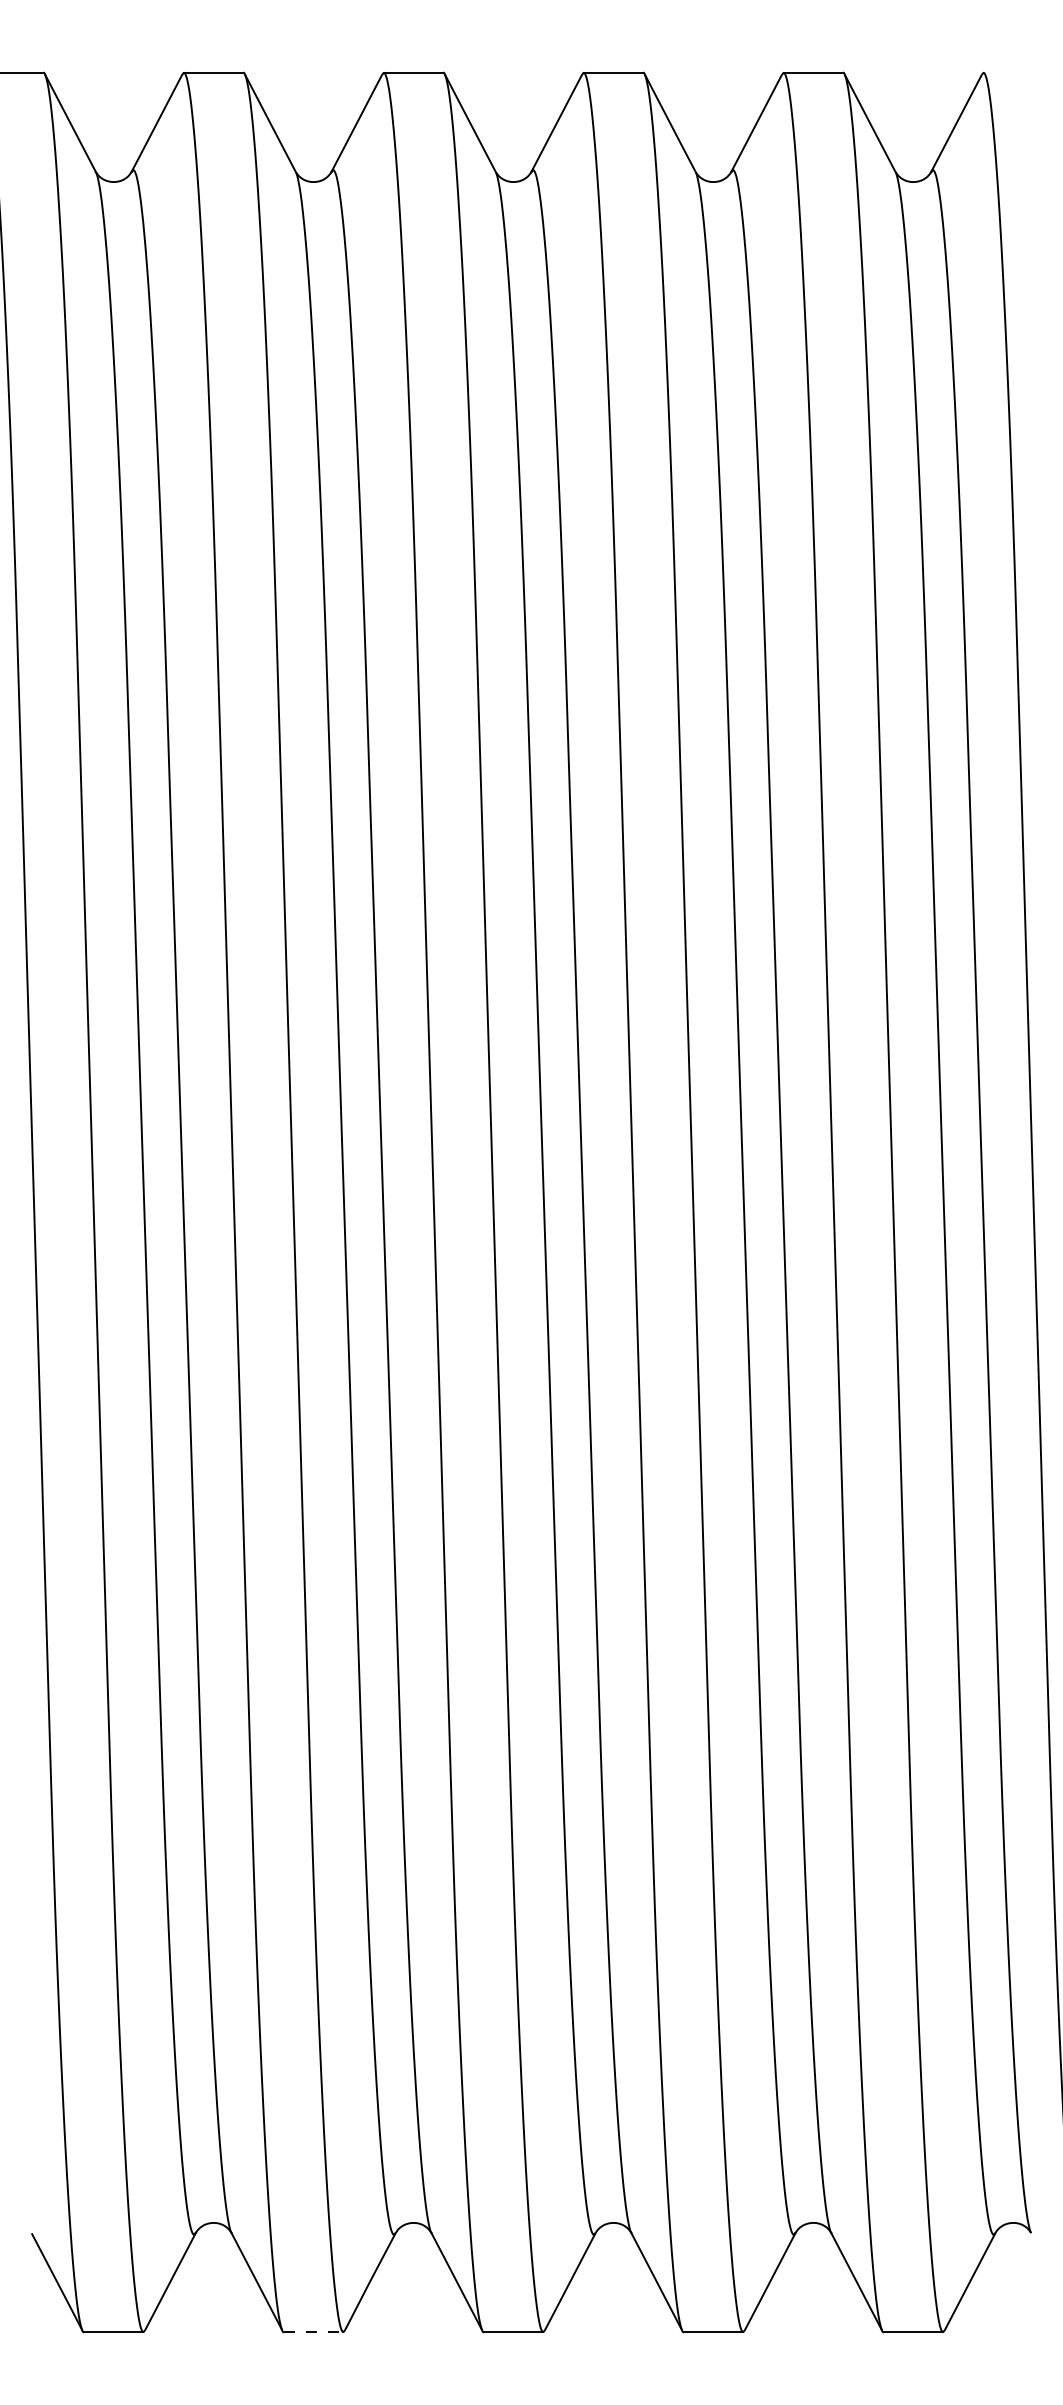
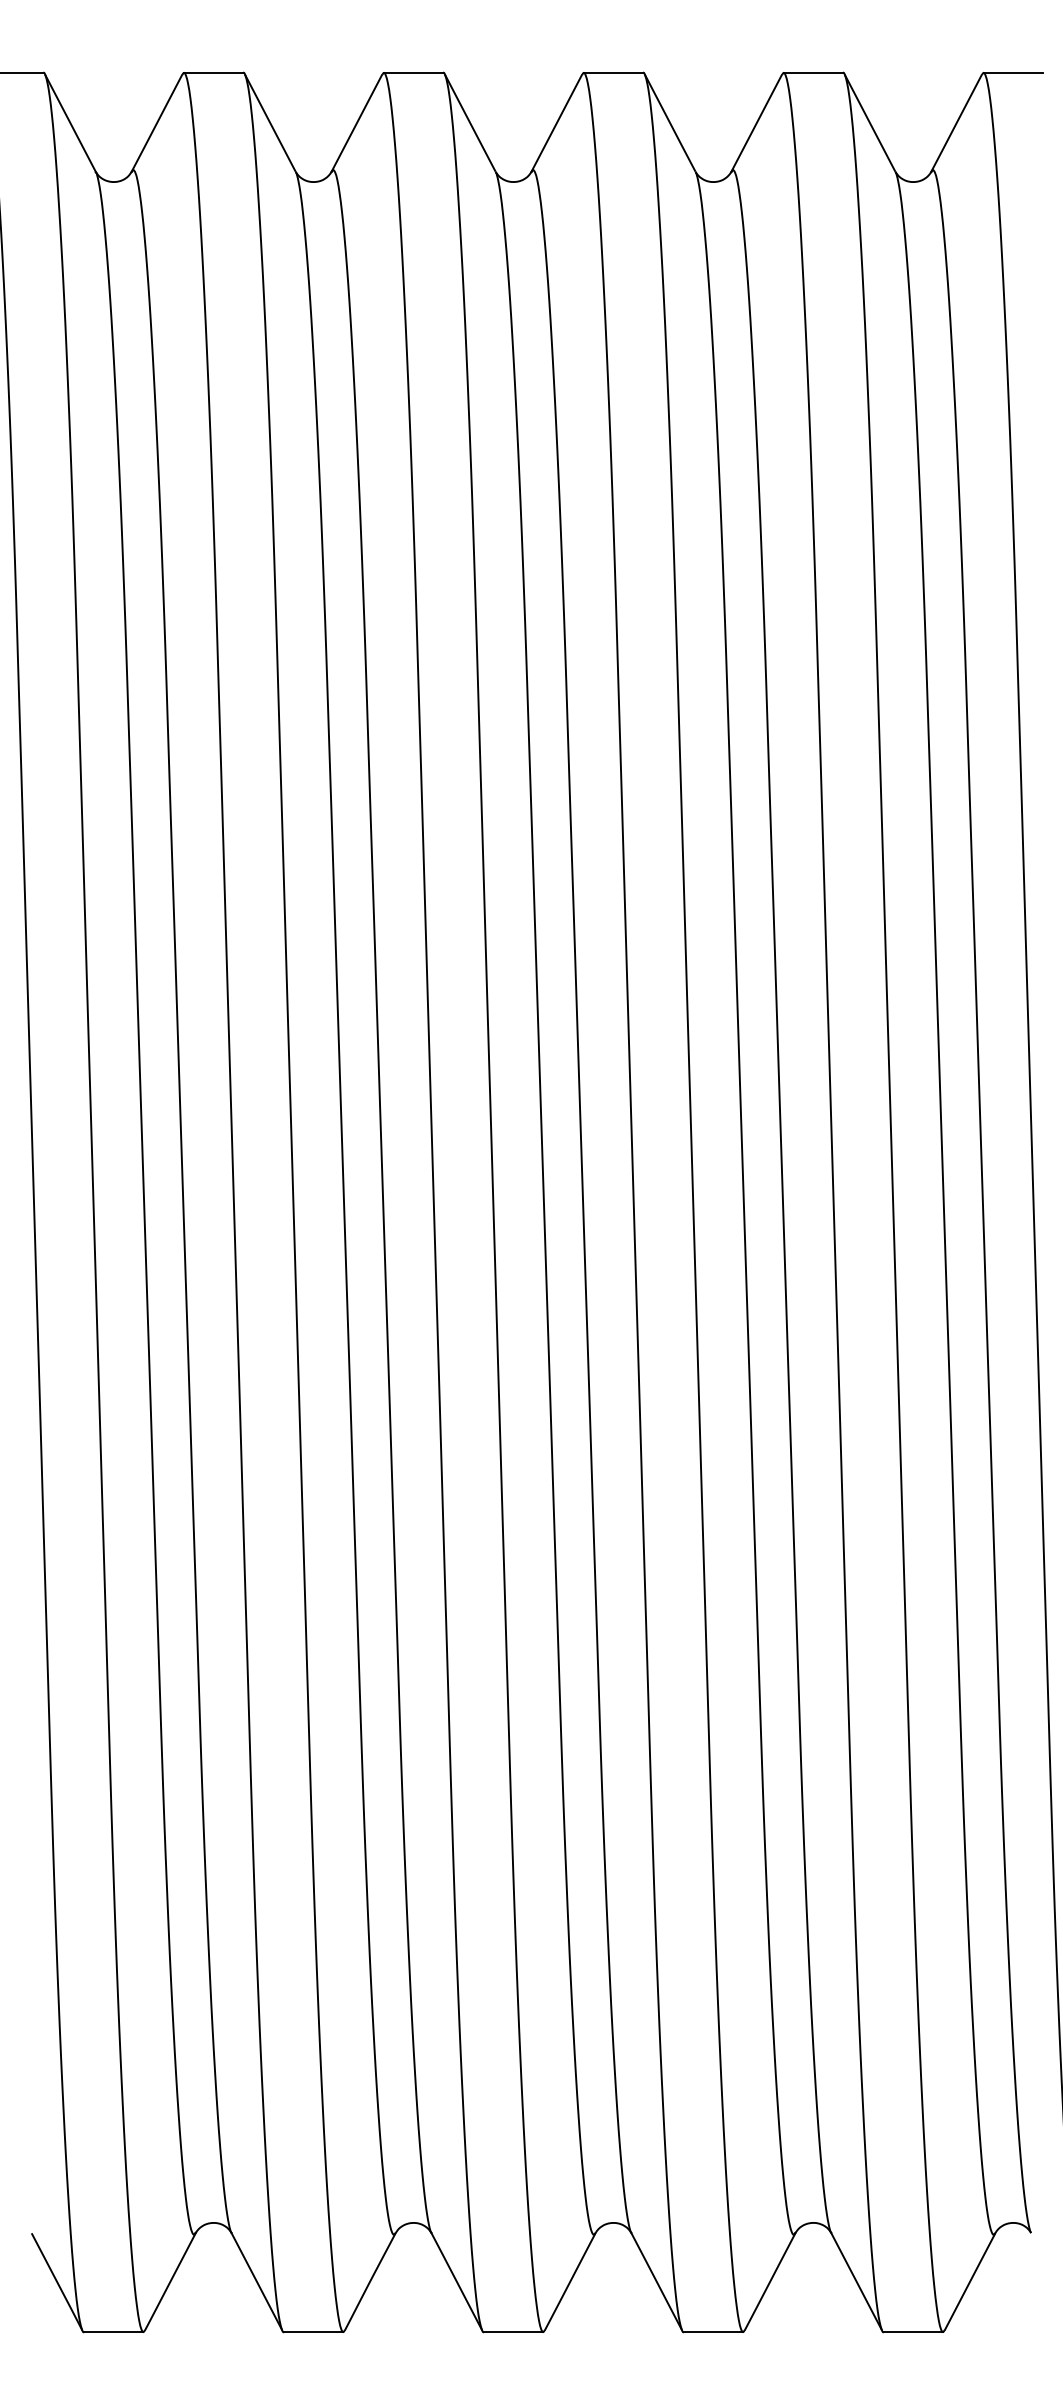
line at (1013, 72): none -> present
line at (313, 2332): dashed -> solid
